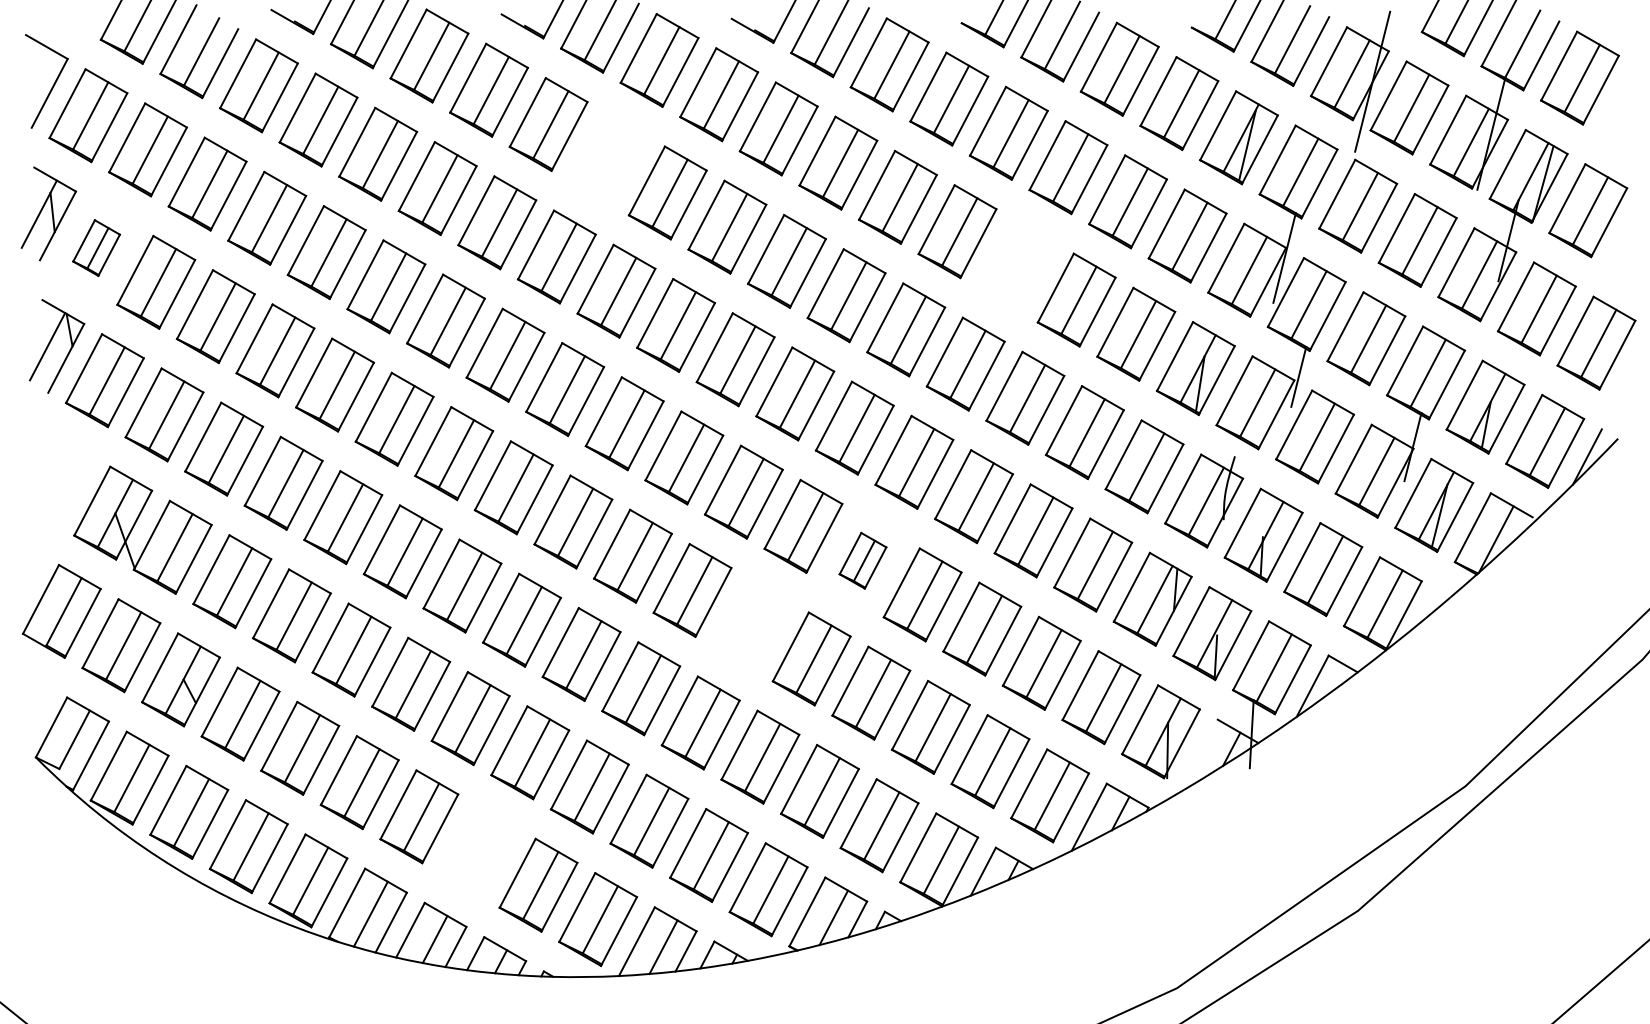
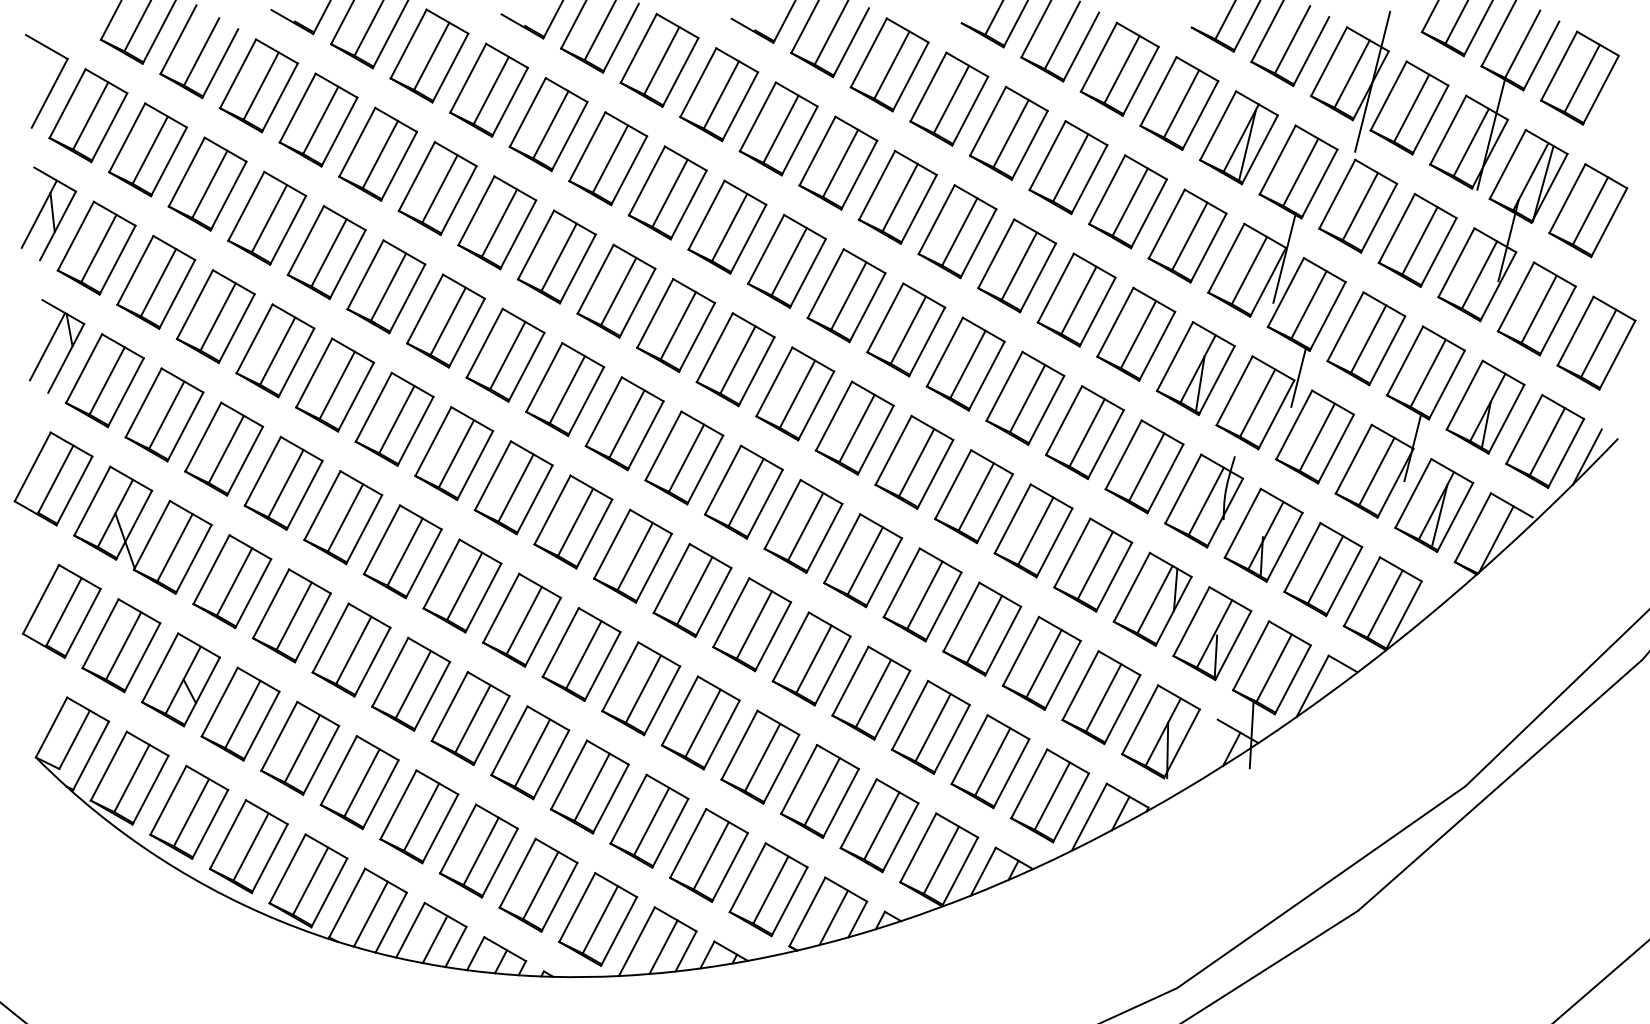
part at (608, 158): none -> present
part at (96, 247) size: 50x58 px -> 81x96 px
part at (1017, 265): none -> present
part at (53, 478): none -> present
part at (862, 560) size: 50x59 px -> 80x96 px
part at (752, 624): none -> present
part at (478, 850): none -> present
